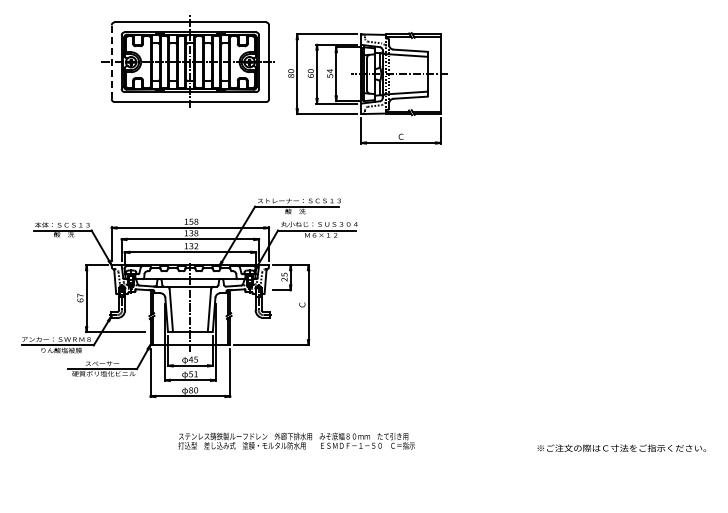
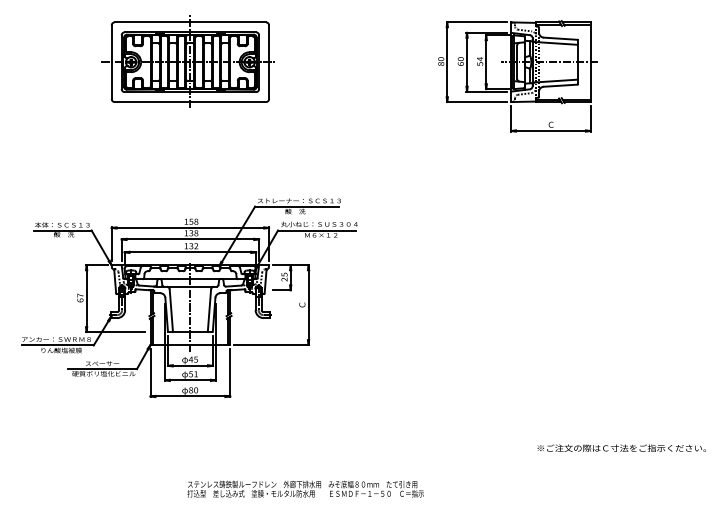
line at (111, 62): dashed -> solid
part at (367, 88) position: (367, 88) -> (517, 76)
text at (296, 440) position: (296, 440) -> (305, 488)
